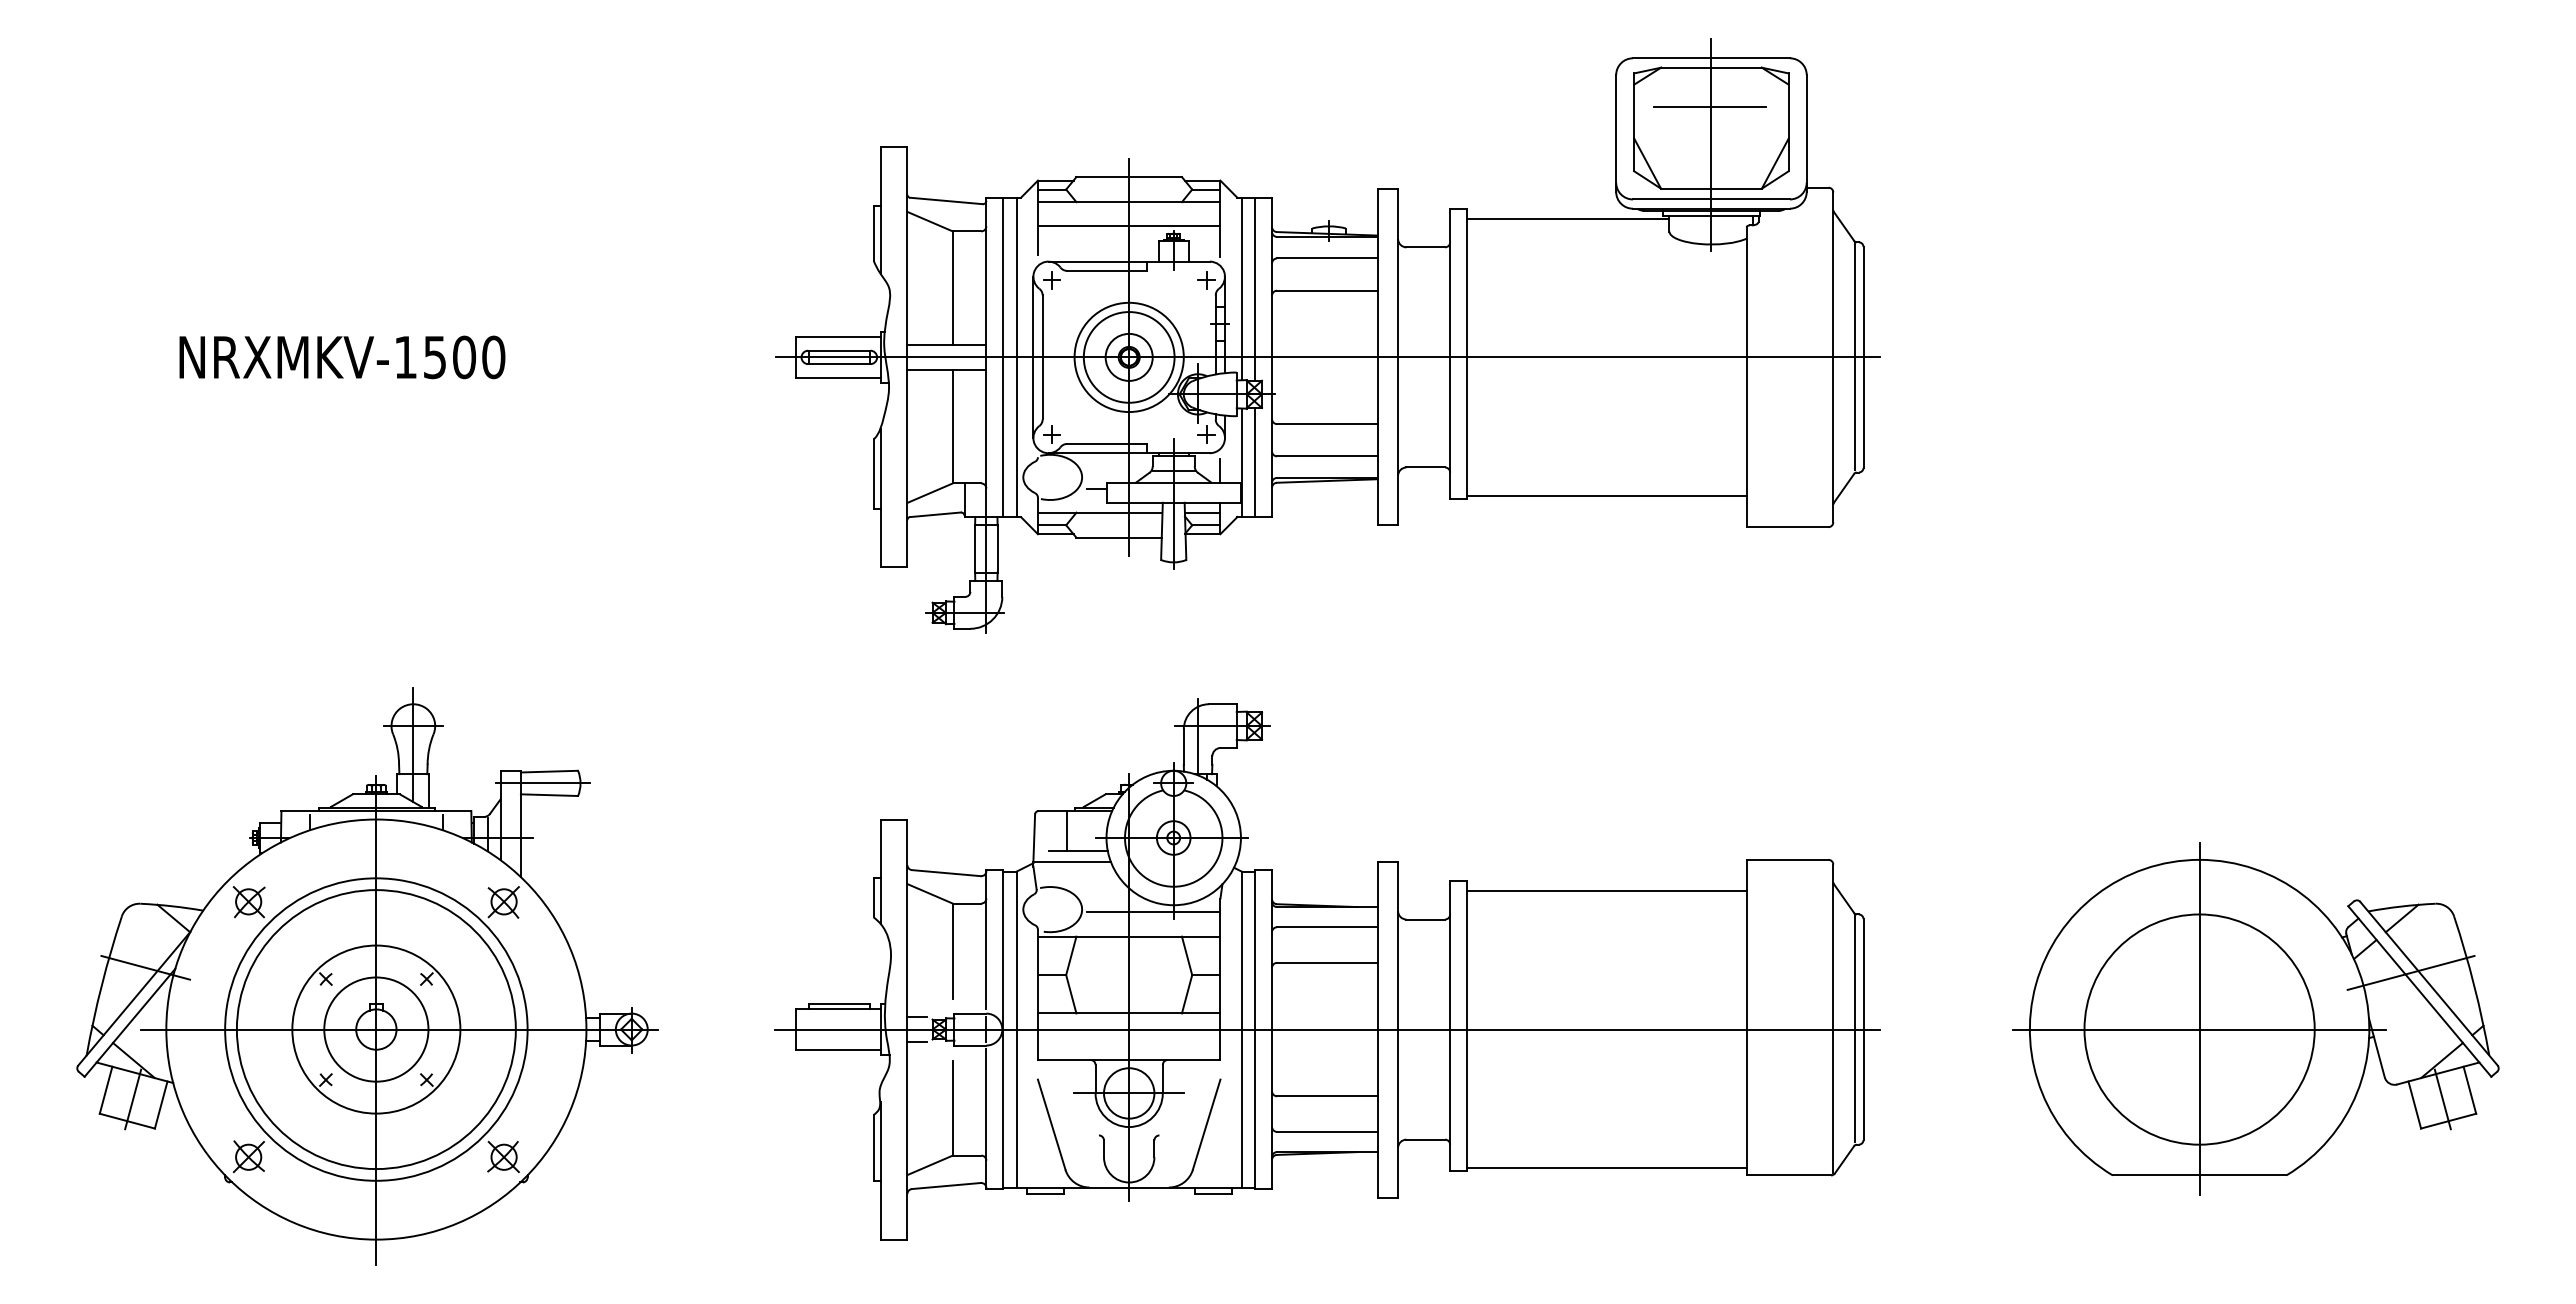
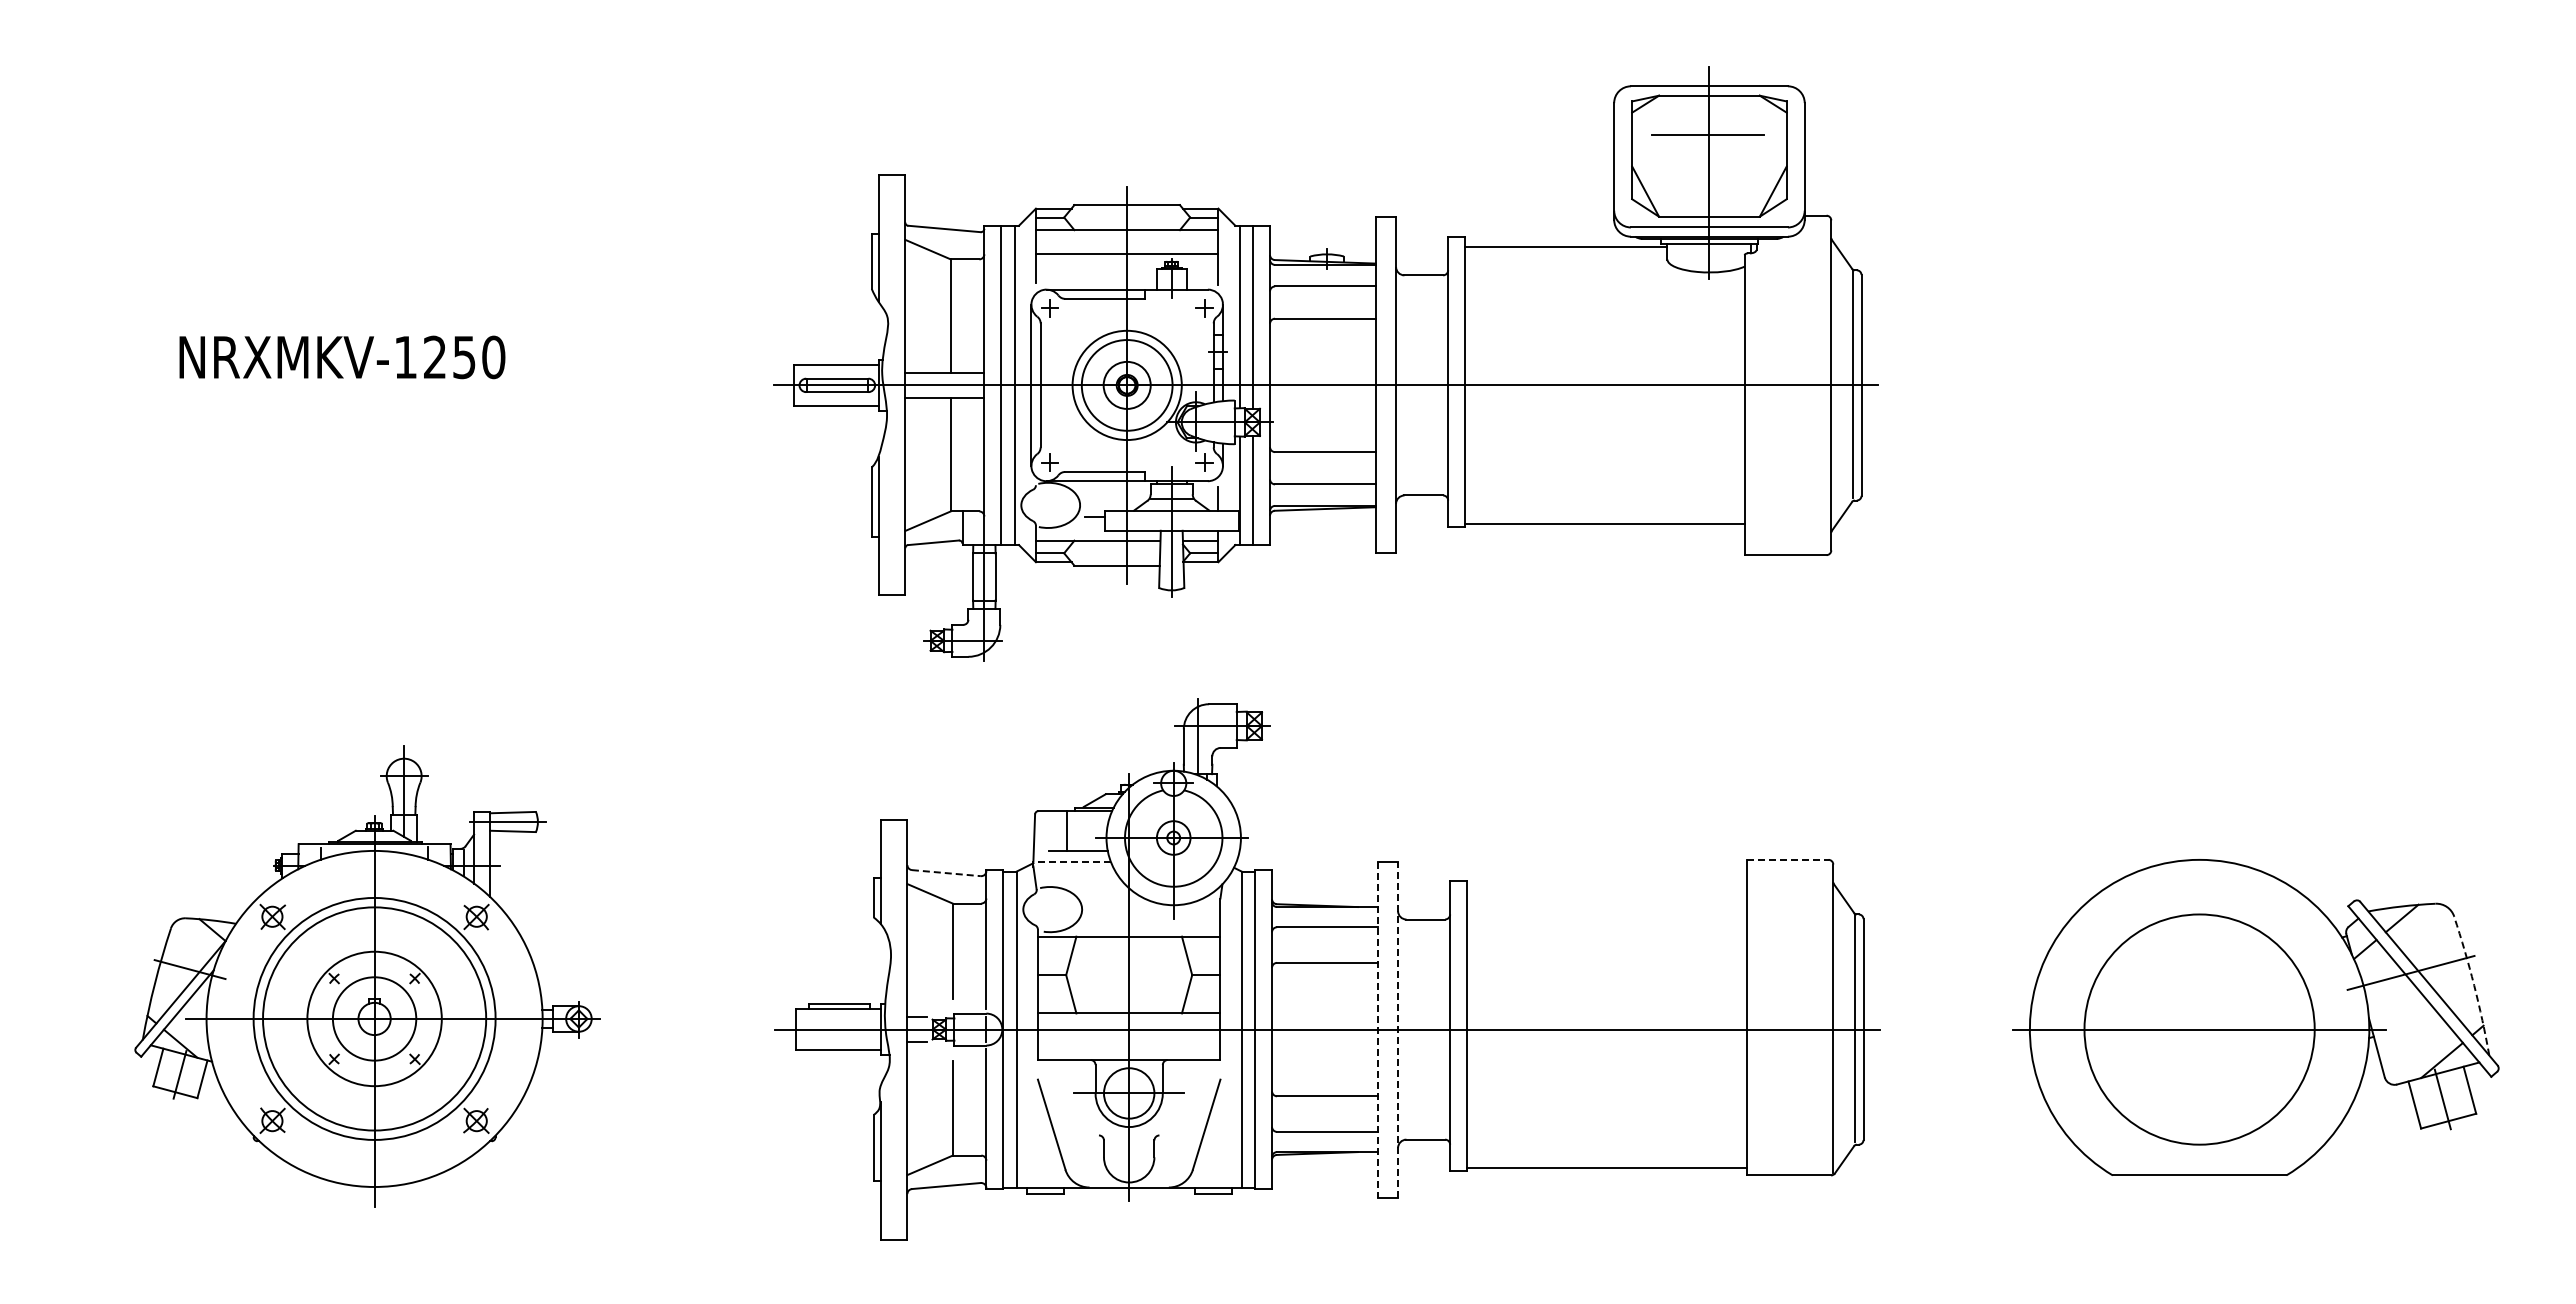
part at (1327, 335) position: (1327, 335) -> (1325, 363)
text at (450, 357): NRXMKV-1500 -> NRXMKV-1250
line at (1787, 859): solid -> dashed
line at (1072, 861): solid -> dashed
line at (946, 873): solid -> dashed
line at (1606, 890): present -> none
line at (1153, 911): present -> none
part at (367, 976) size: 583x579 px -> 467x463 px
arc at (2474, 985): solid -> dashed
line at (2199, 1018): present -> none
line at (1398, 1029): solid -> dashed
line at (1377, 1030): solid -> dashed
